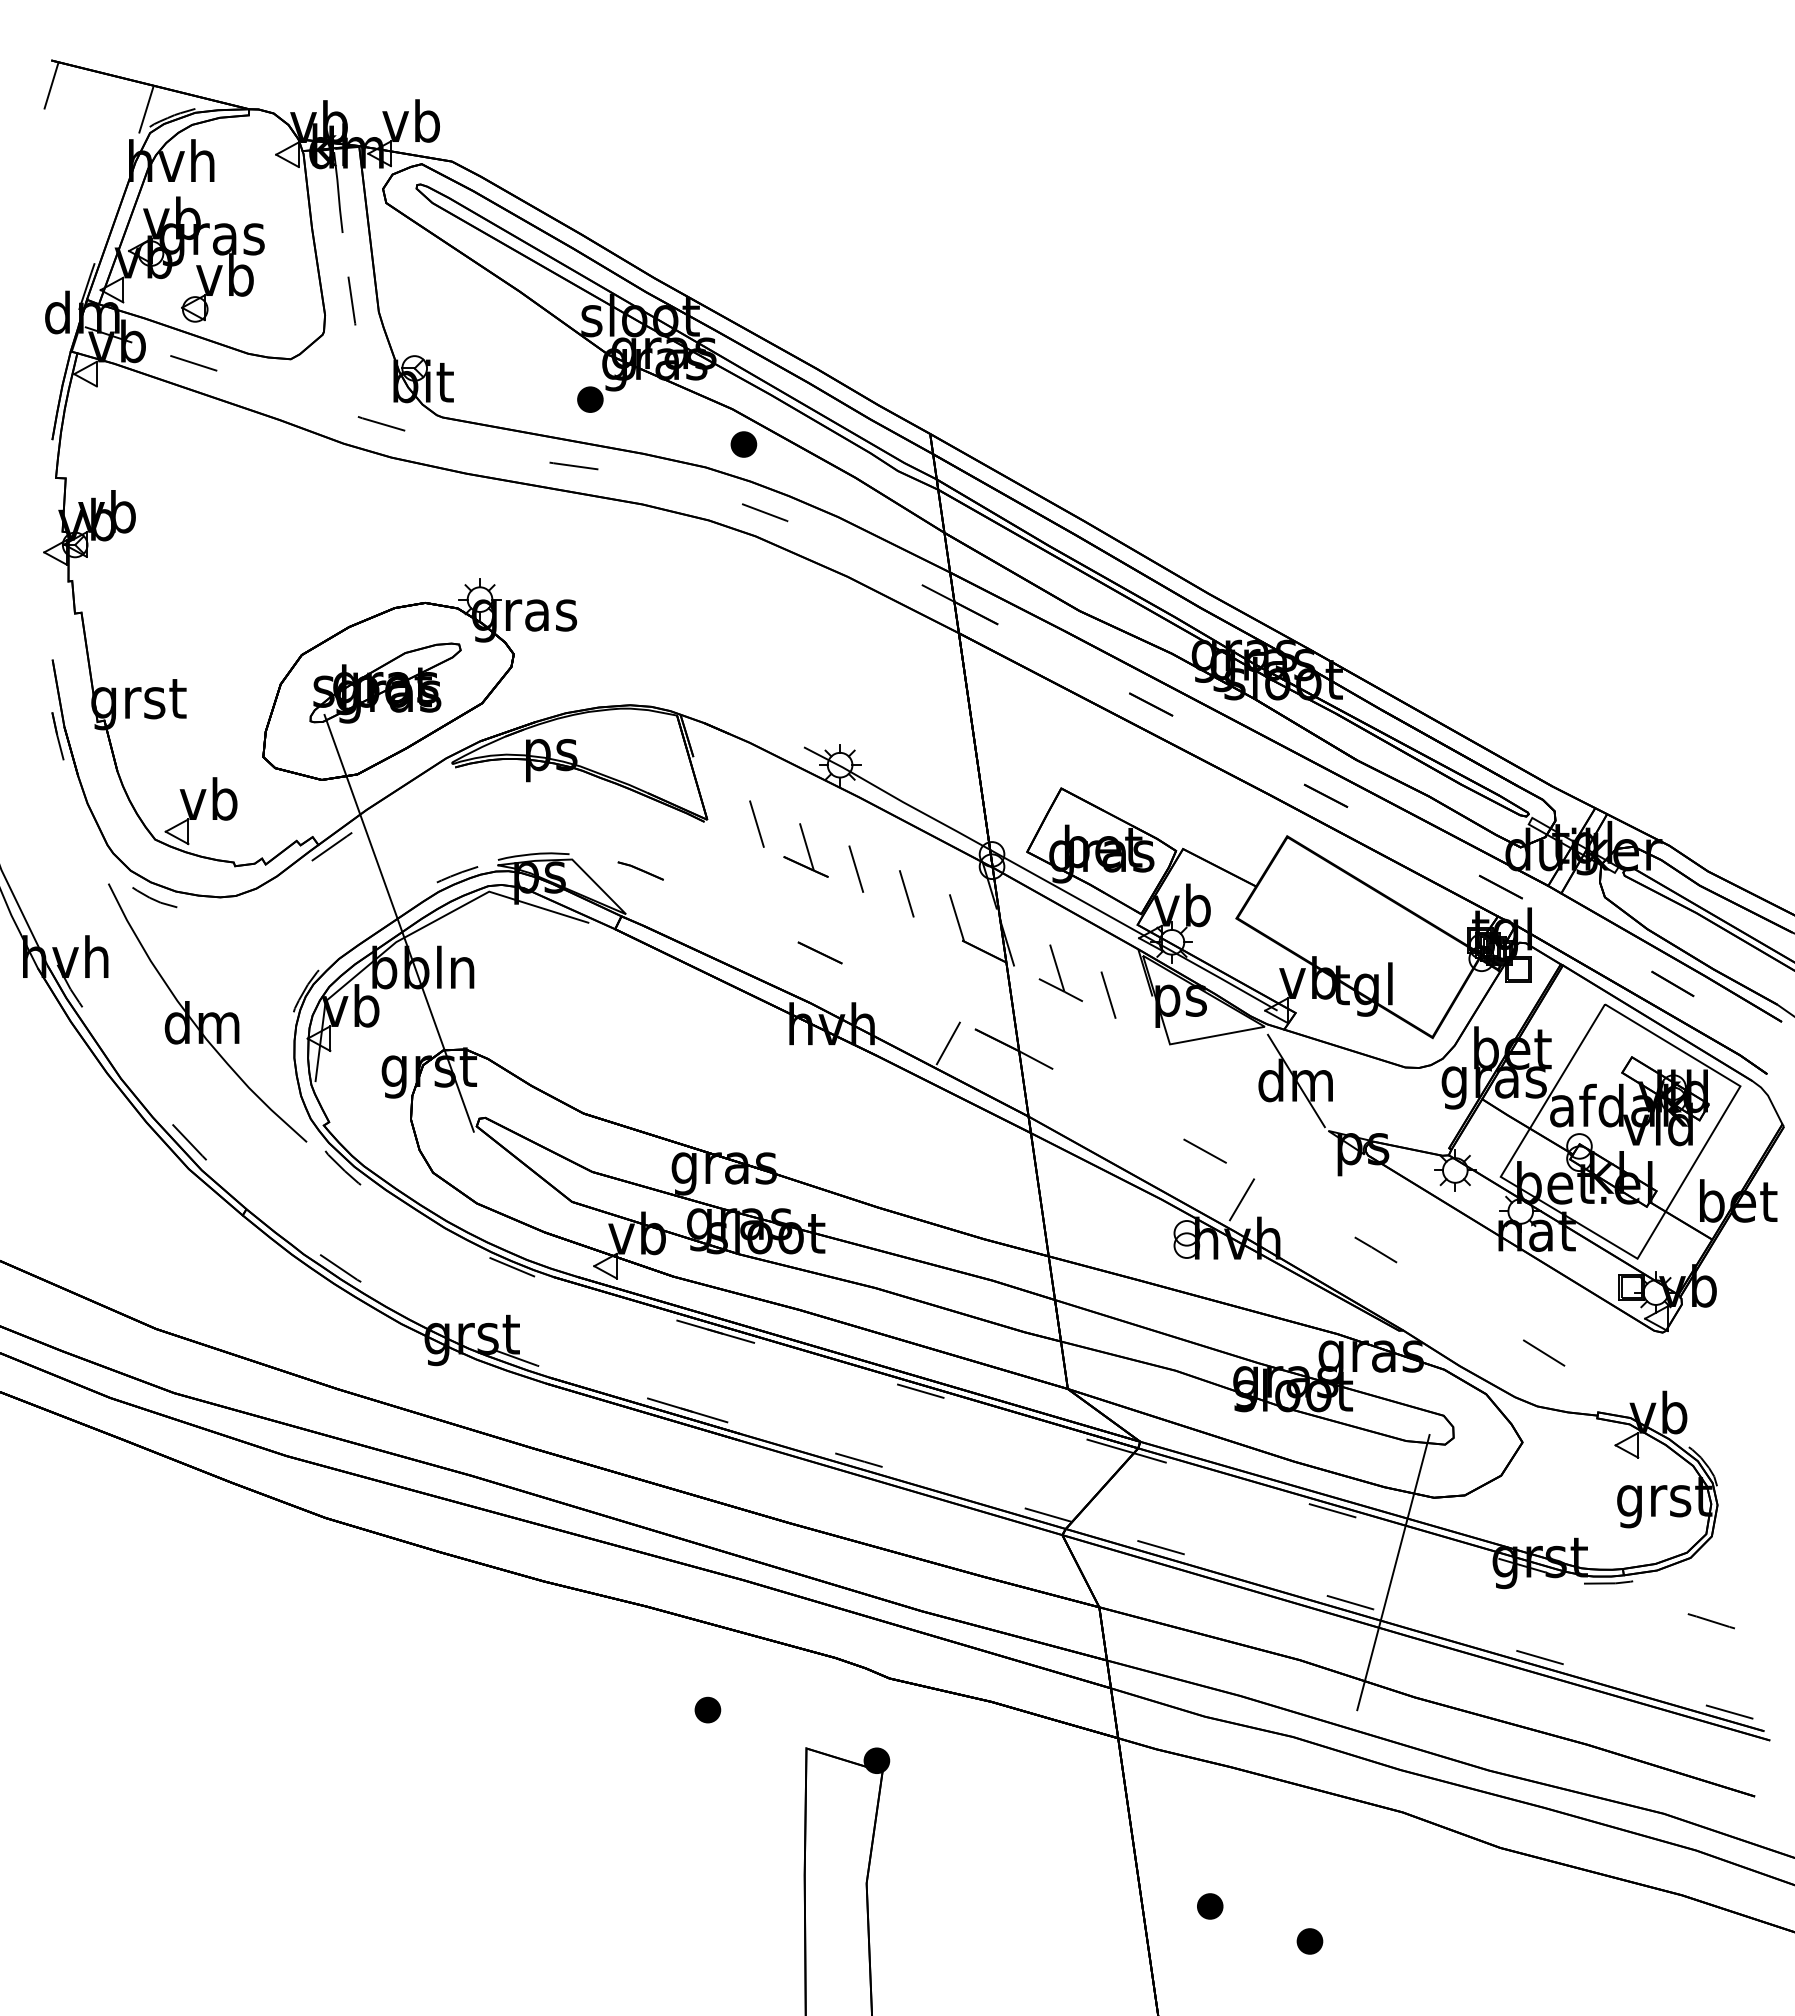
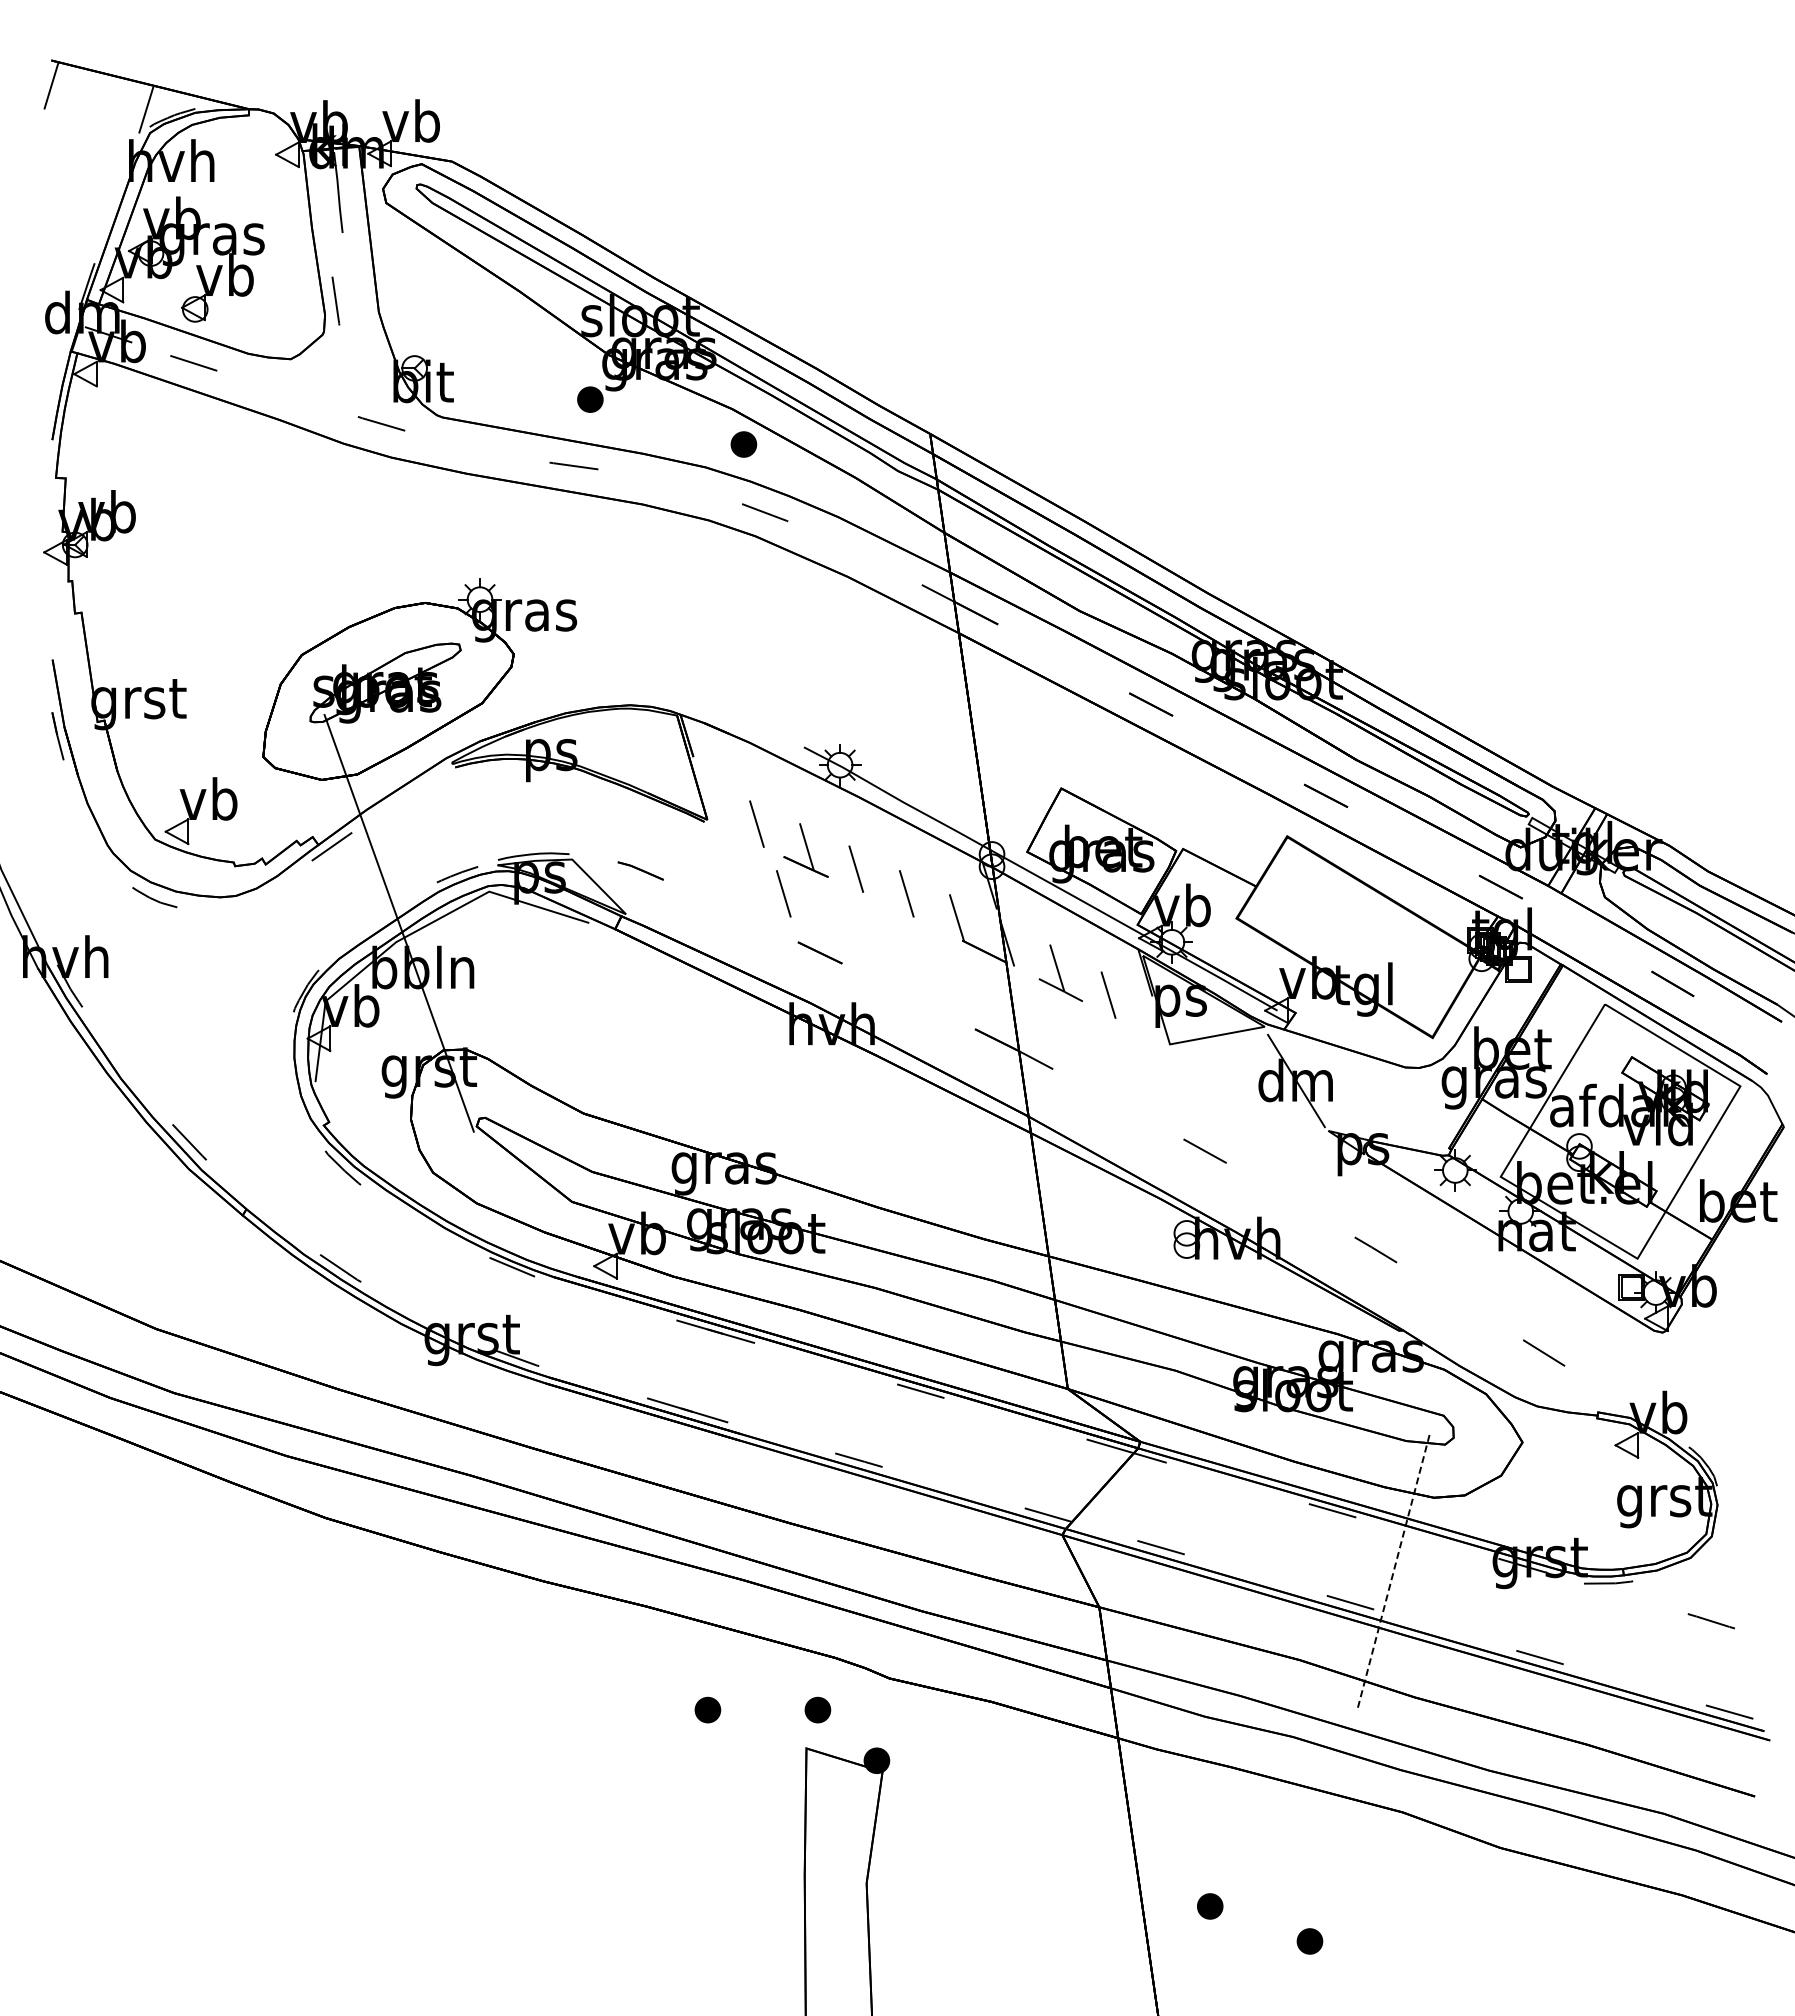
line at (351, 300) position: (351, 300) -> (335, 300)
line at (783, 893): none -> present
part at (207, 1012): present -> none
line at (947, 1043): present -> none
line at (1240, 1201): present -> none
line at (1393, 1573): solid -> dashed
part at (817, 1709): none -> present
